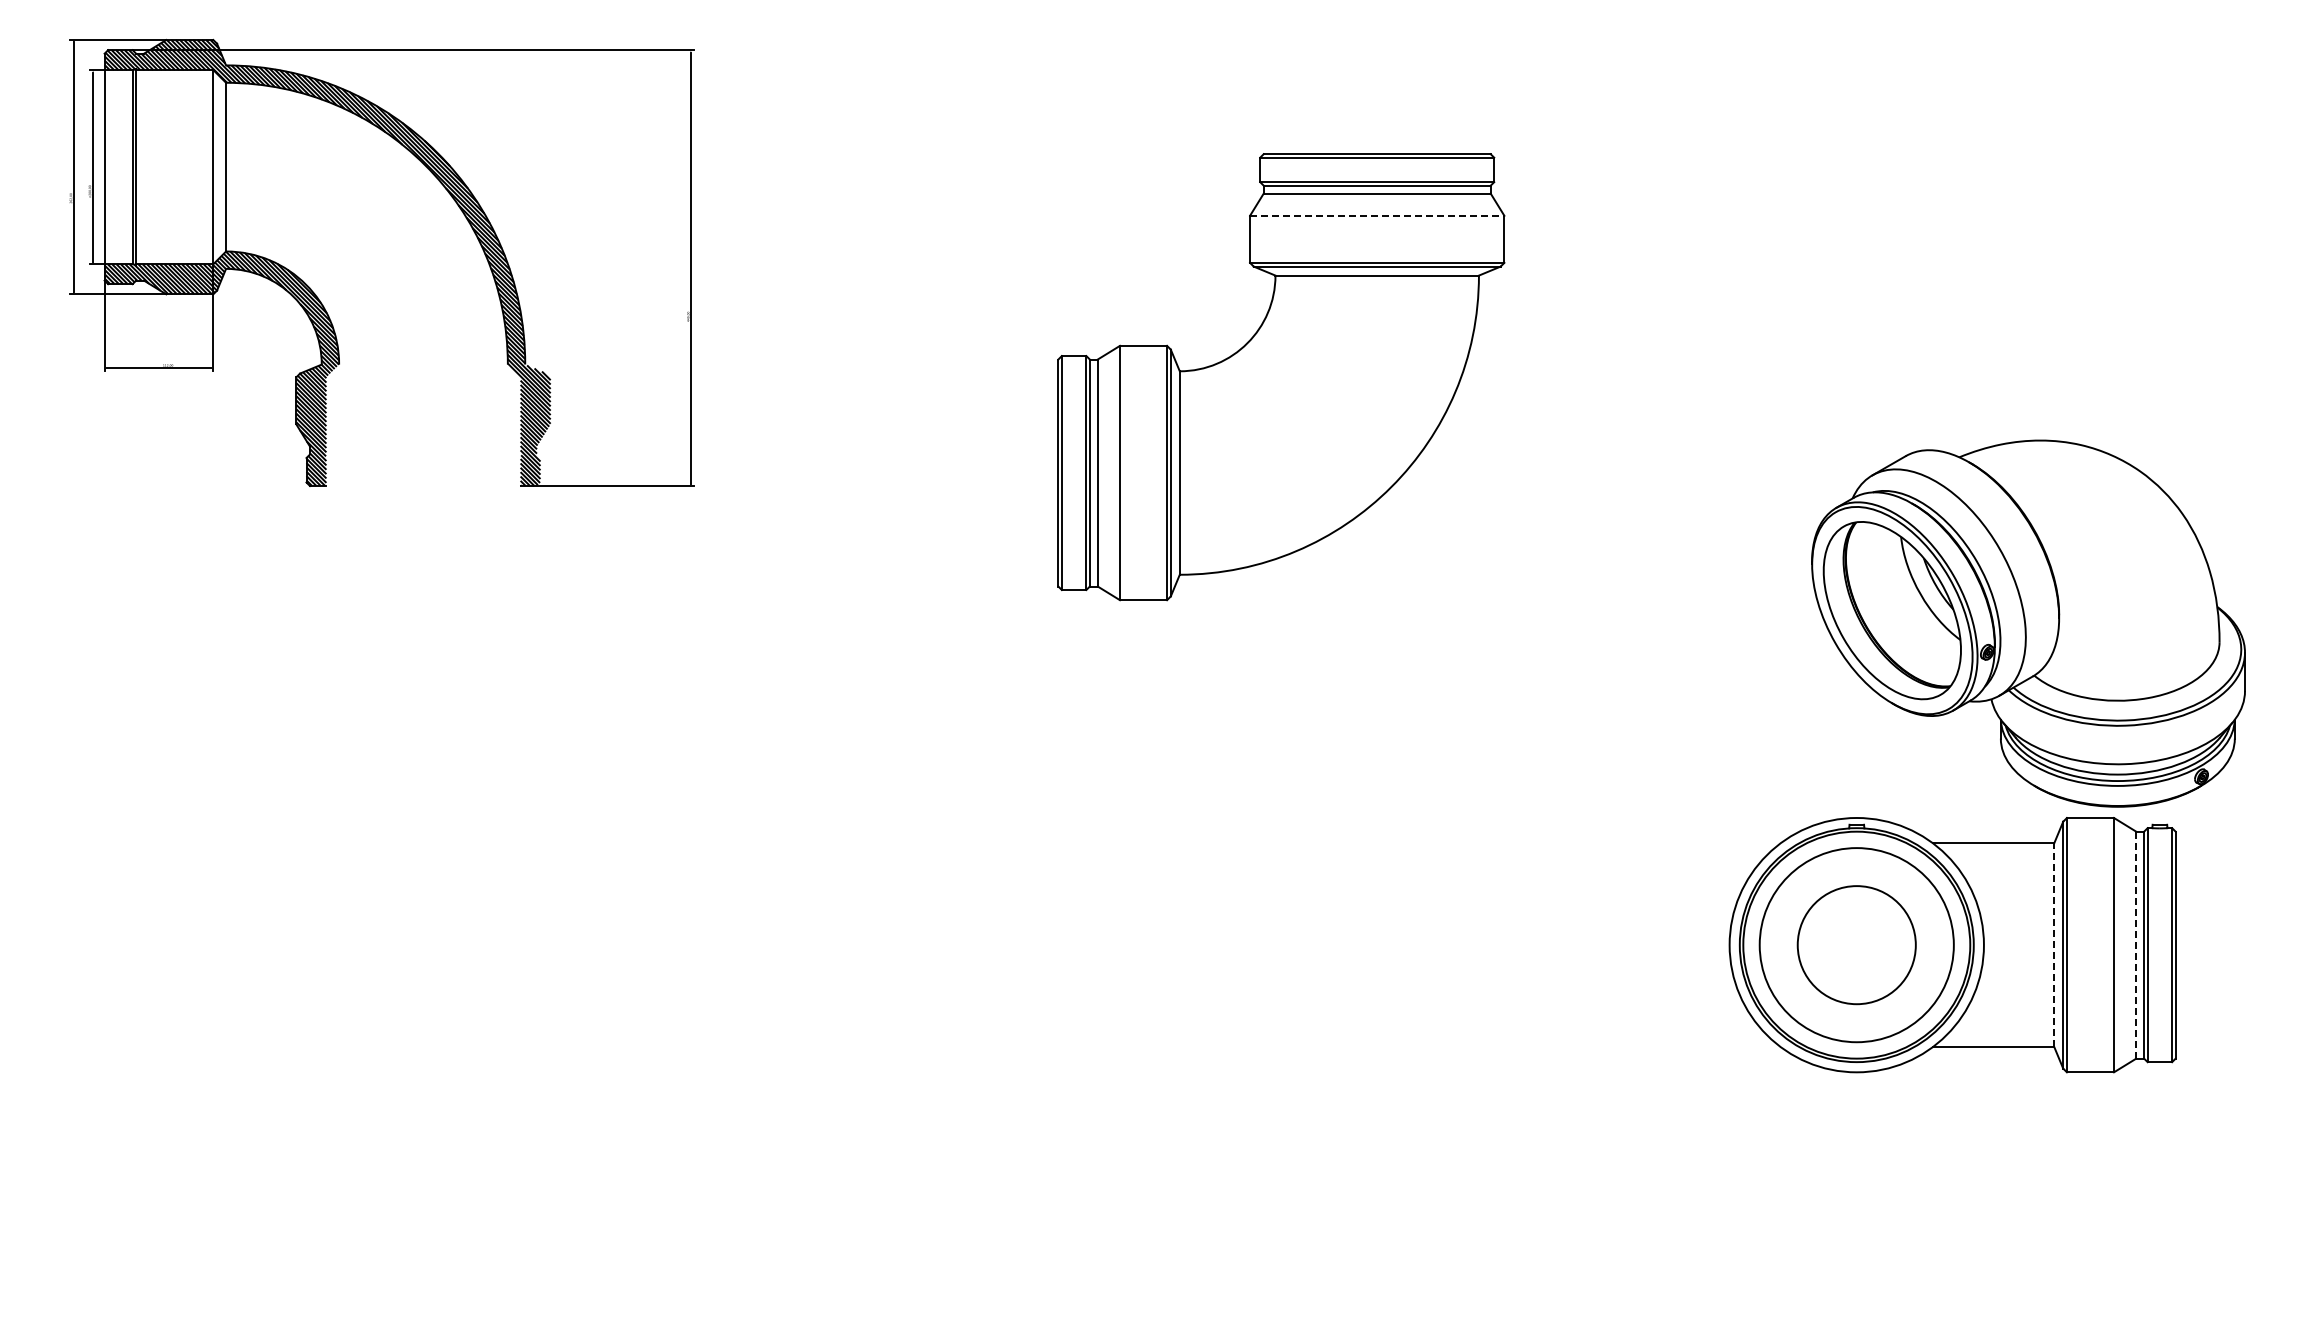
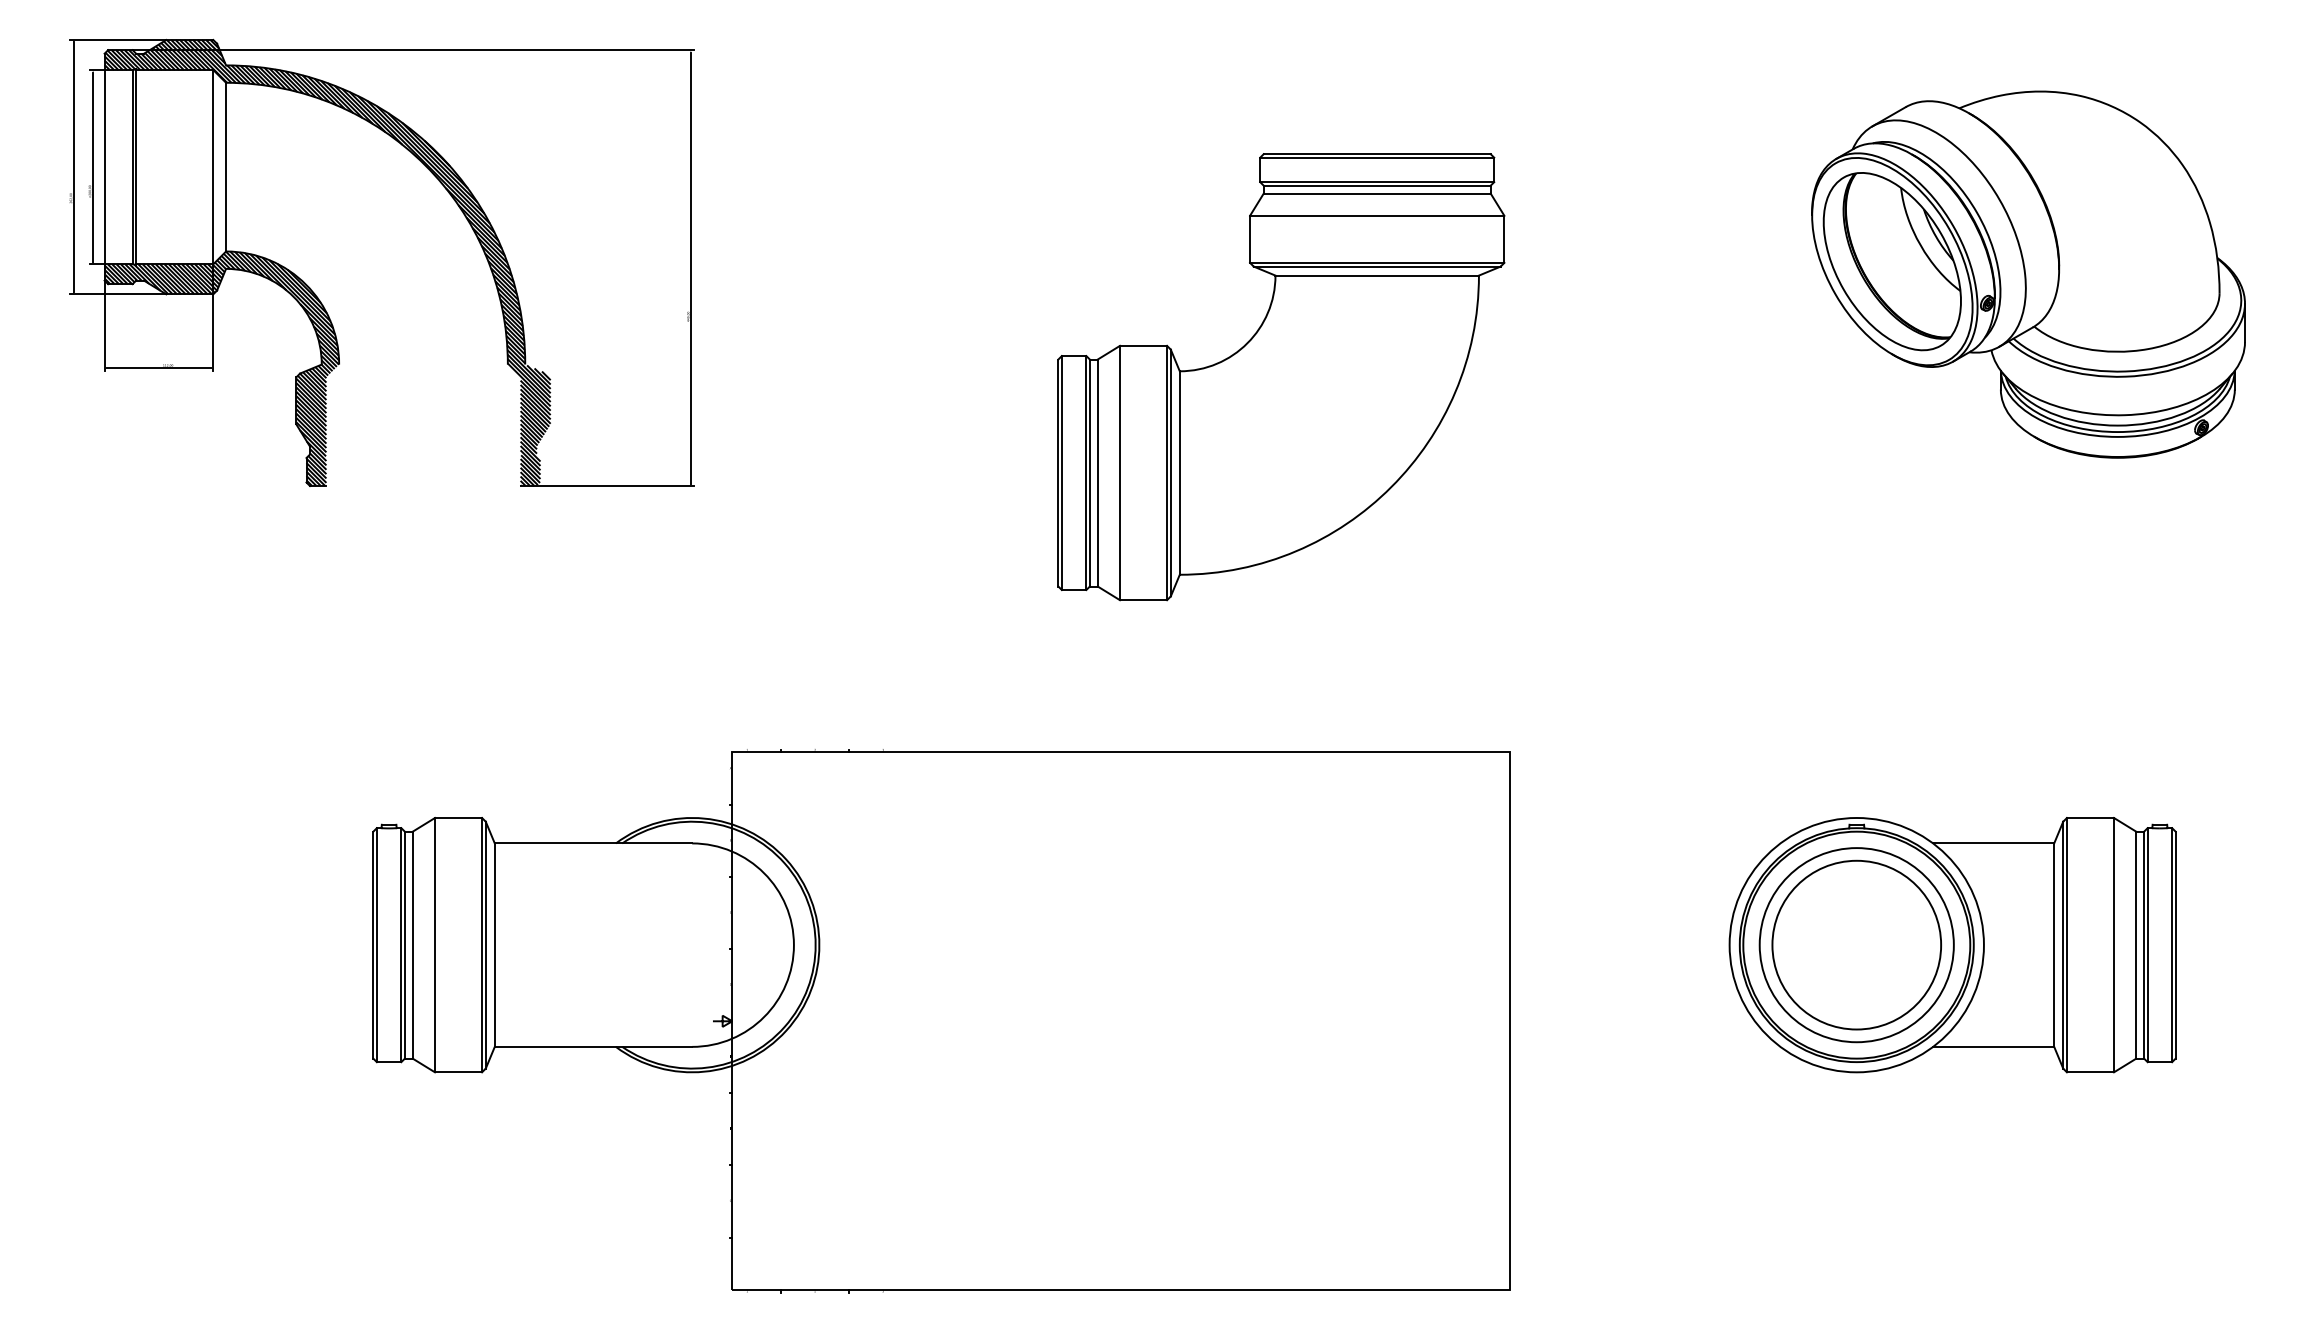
line at (1377, 215): dashed -> solid
part at (2028, 623) position: (2028, 623) -> (2028, 274)
circle at (1856, 945) diameter: 118 px -> 169 px
line at (2054, 945): dashed -> solid
line at (2136, 945): dashed -> solid
part at (941, 1021): none -> present
